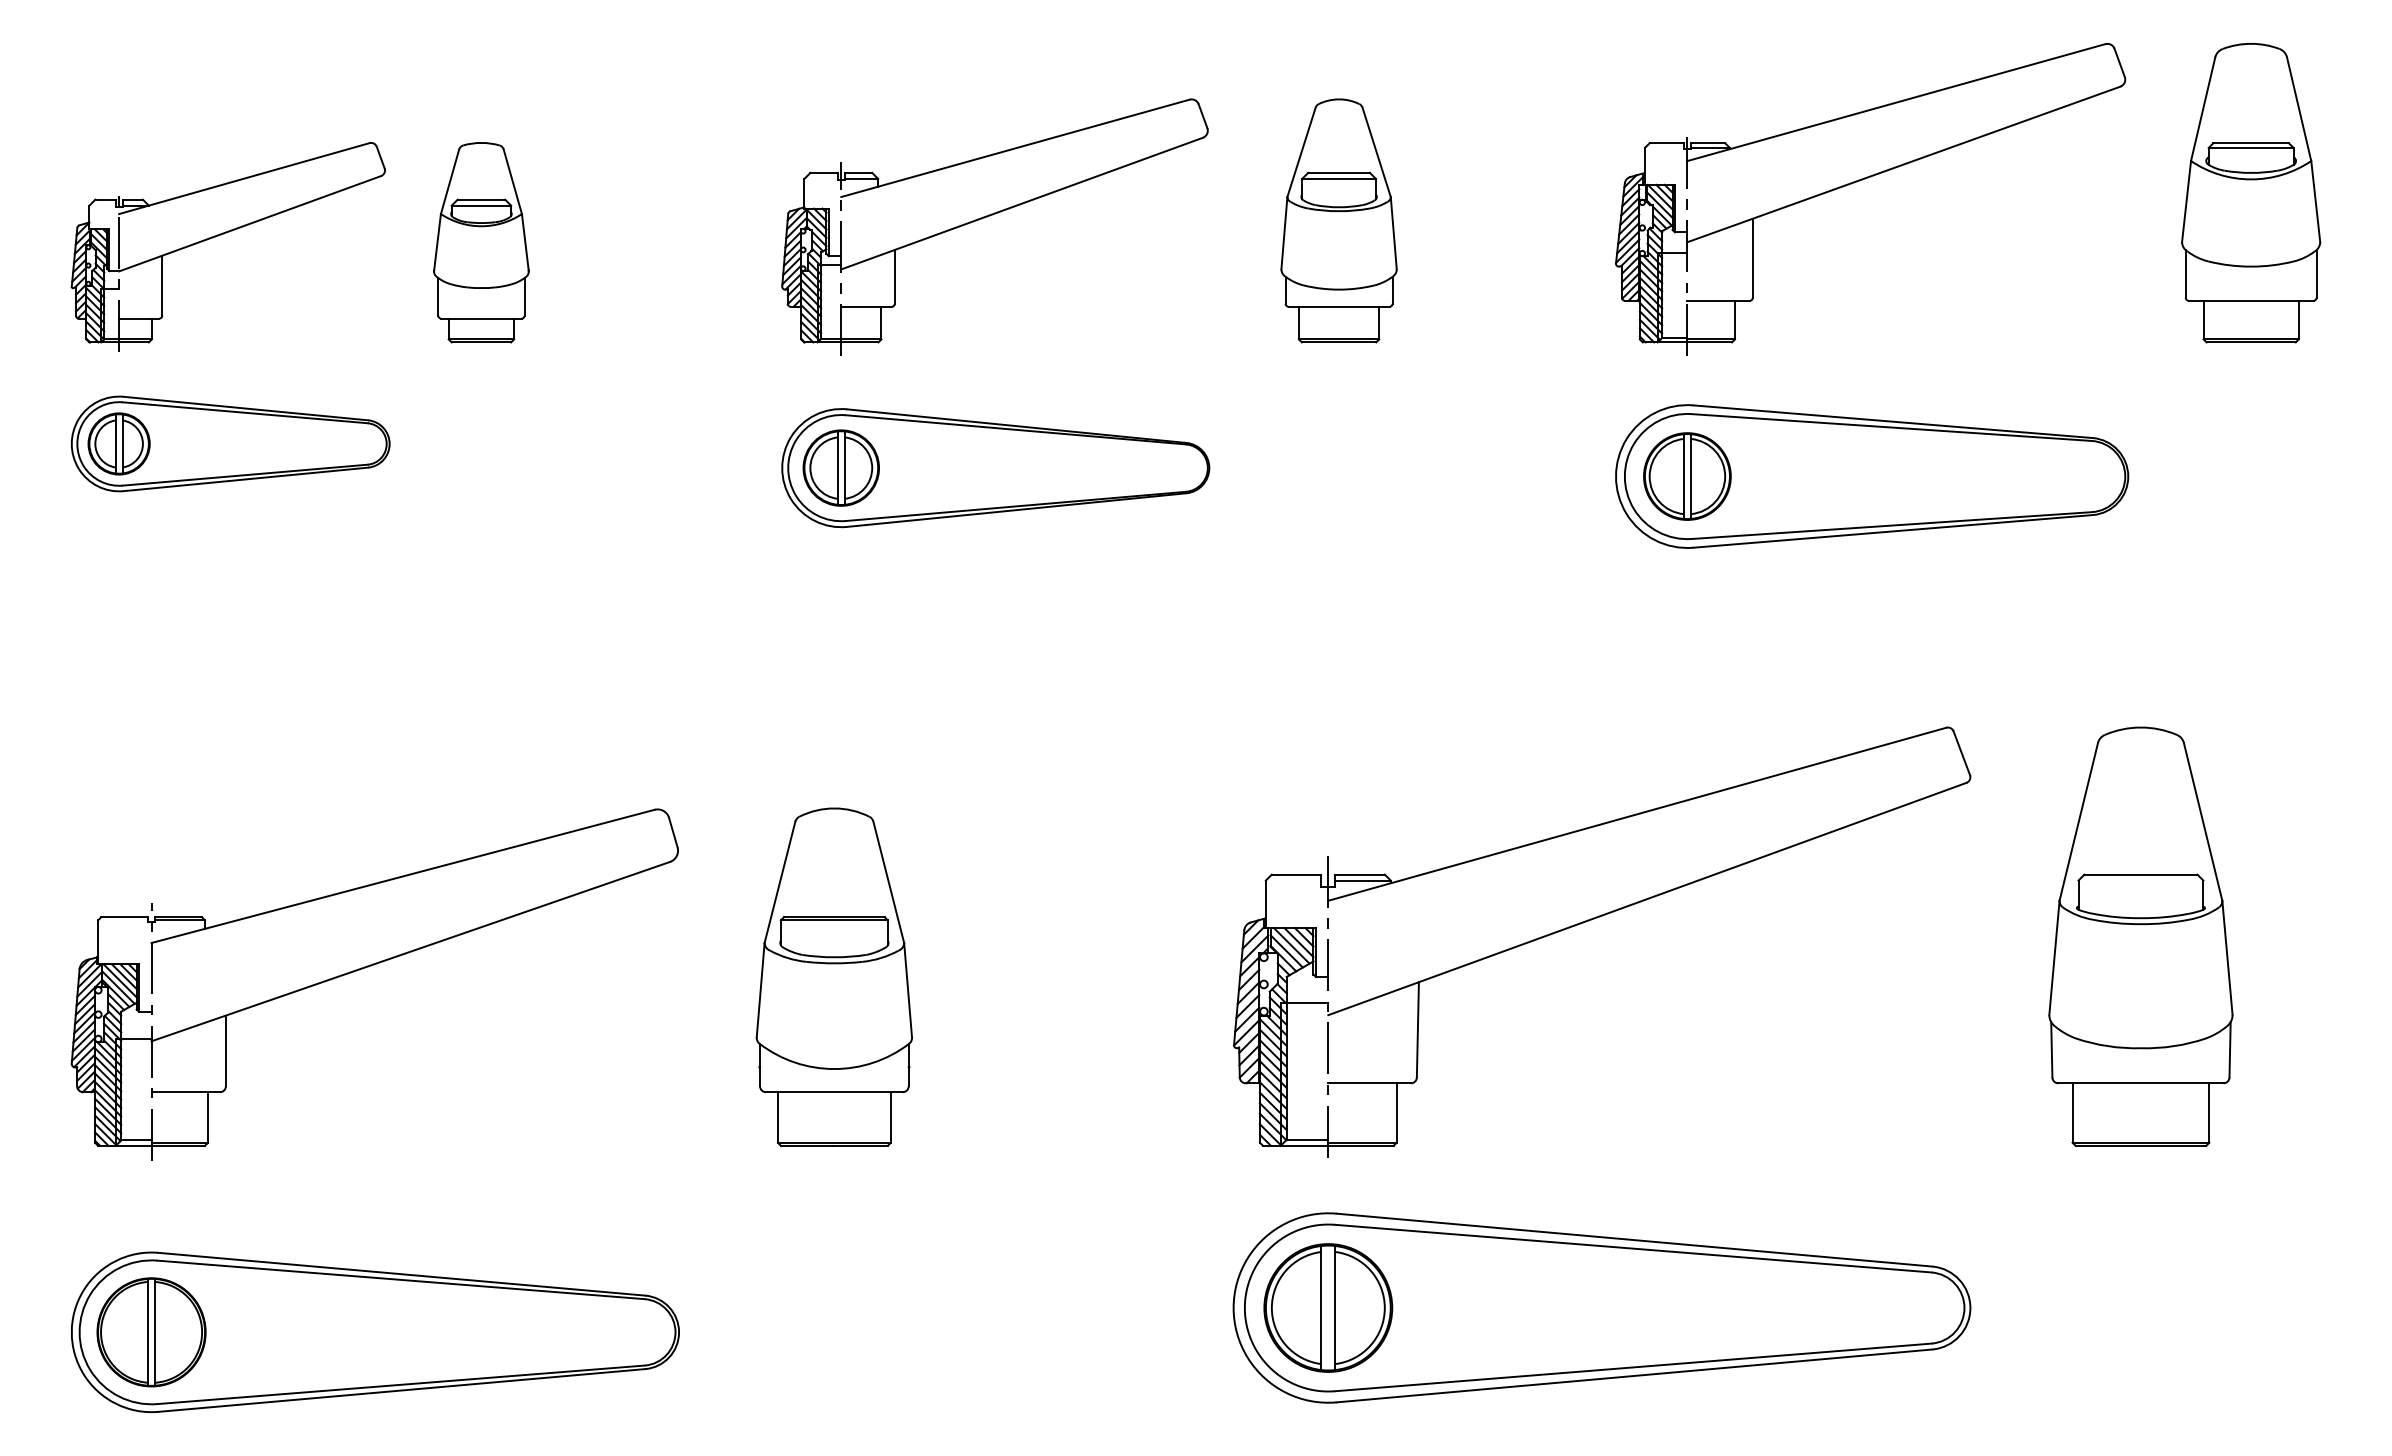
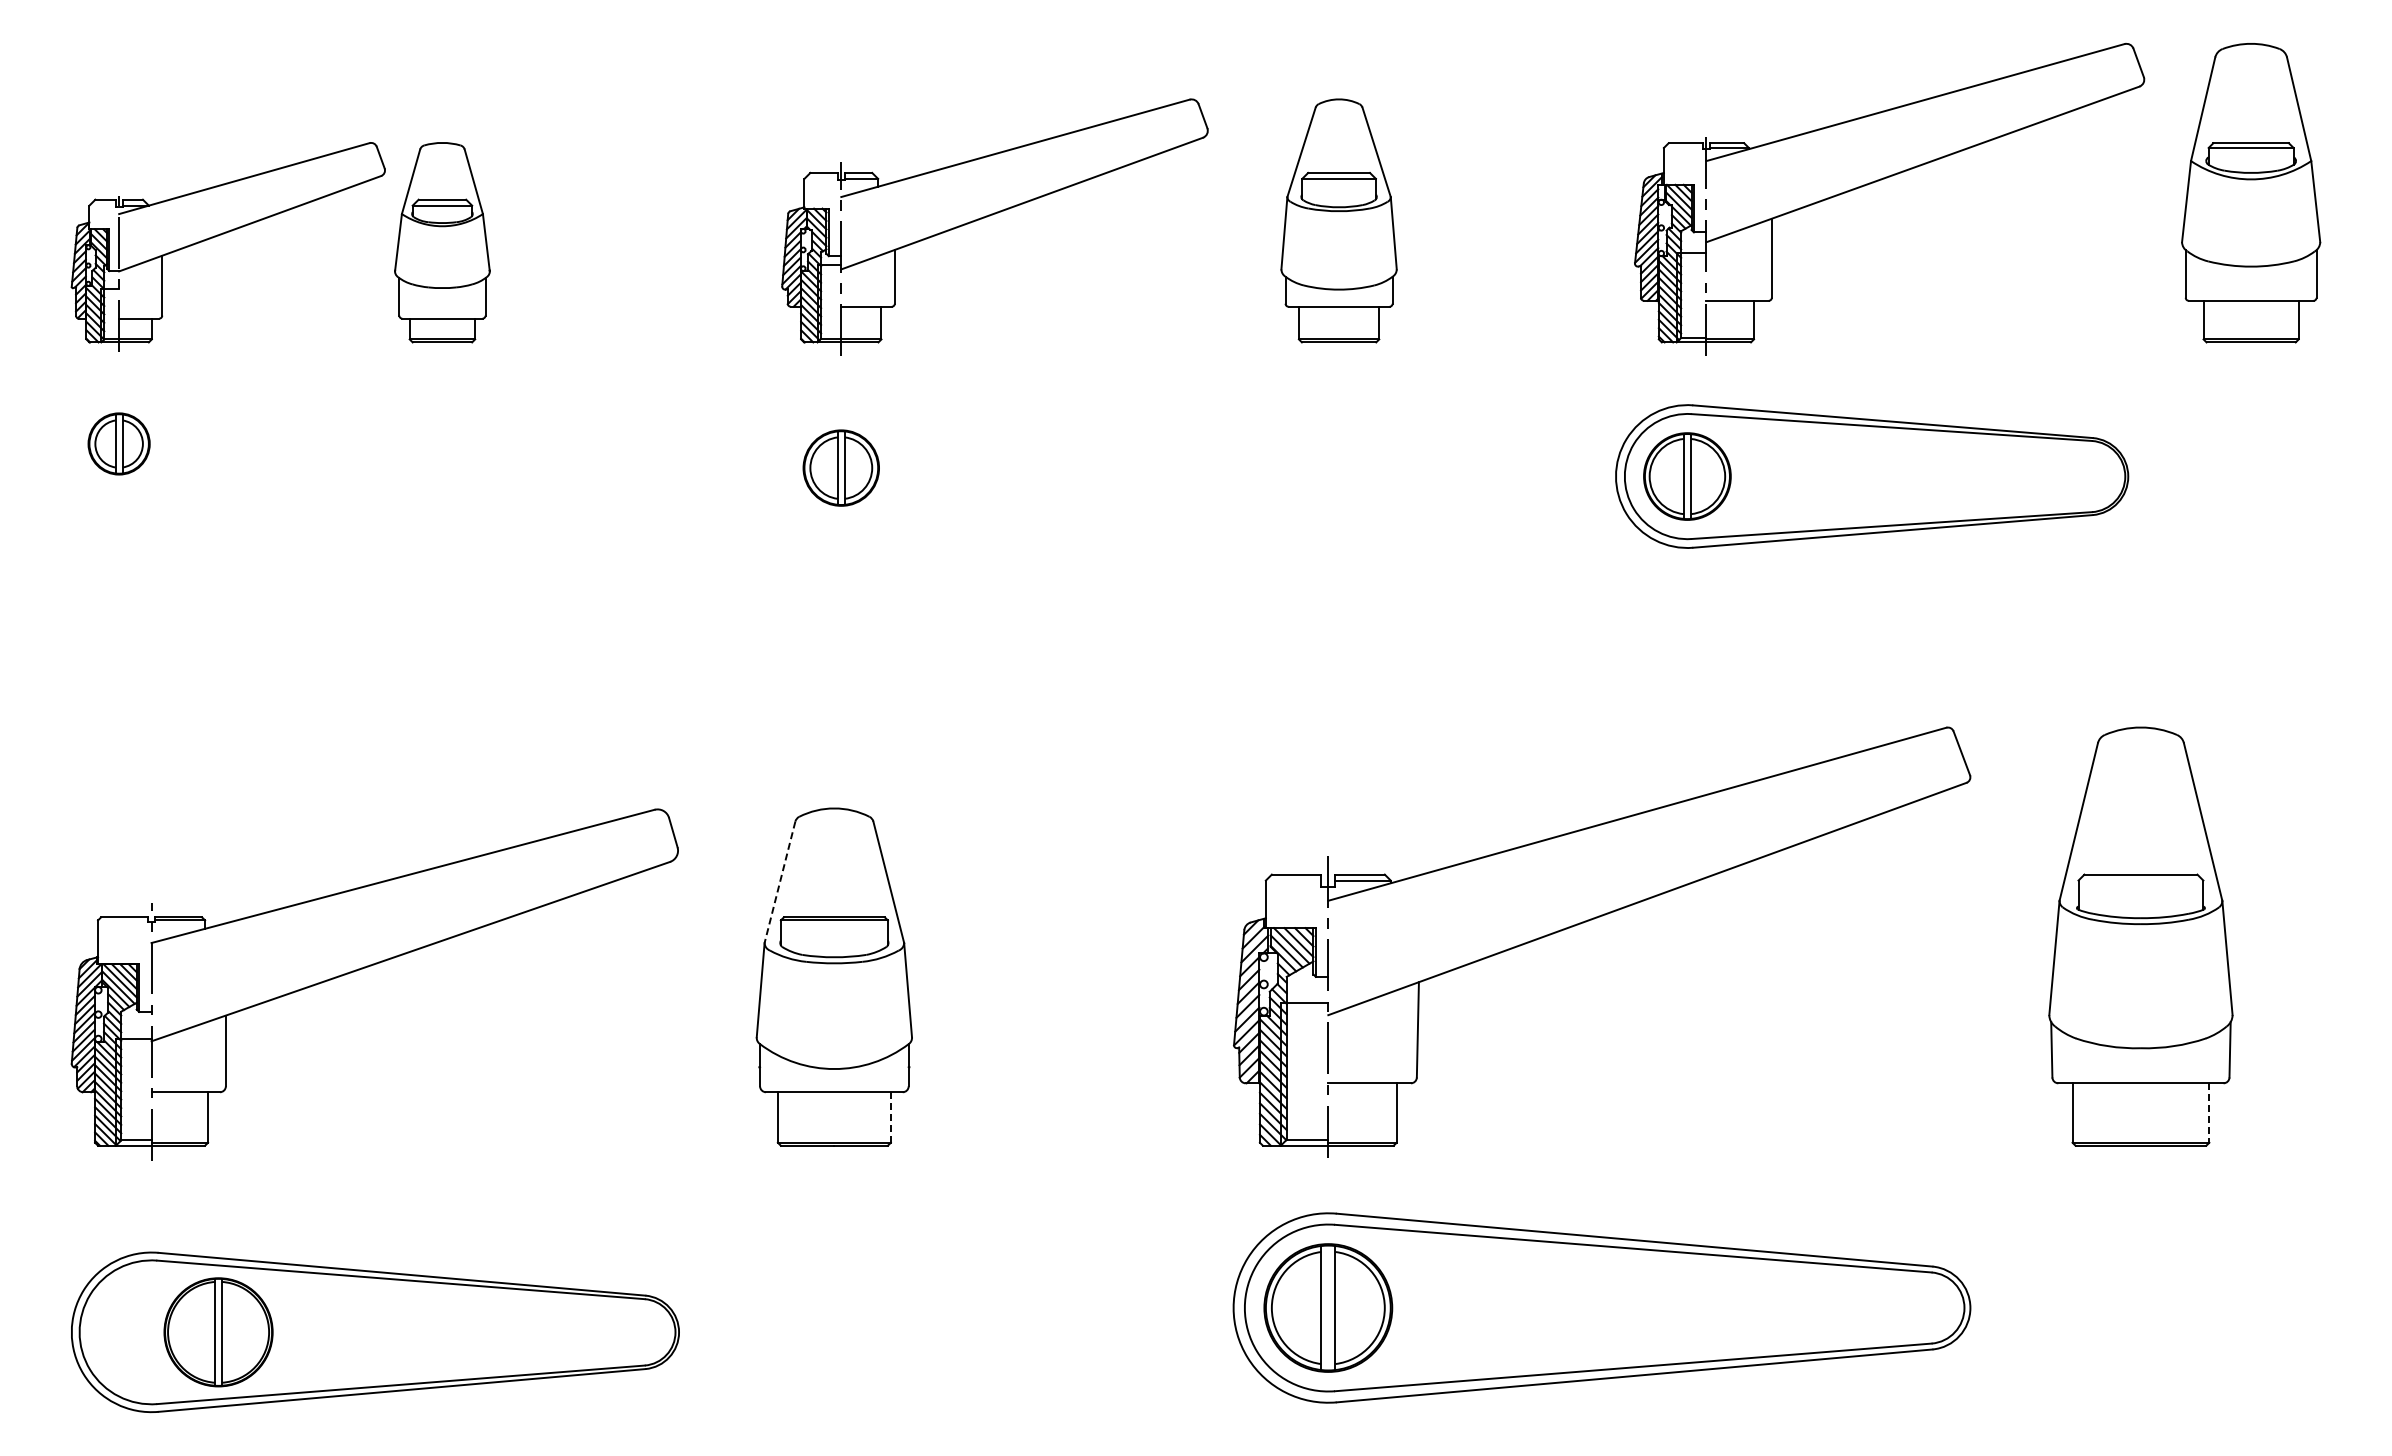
part at (1865, 179) position: (1865, 179) -> (1884, 179)
part at (481, 242) position: (481, 242) -> (442, 242)
part at (230, 443): present -> none
part at (995, 468): present -> none
line at (779, 882): solid -> dashed
line at (2209, 1113): solid -> dashed
line at (890, 1117): solid -> dashed
part at (151, 1332) position: (151, 1332) -> (218, 1332)
